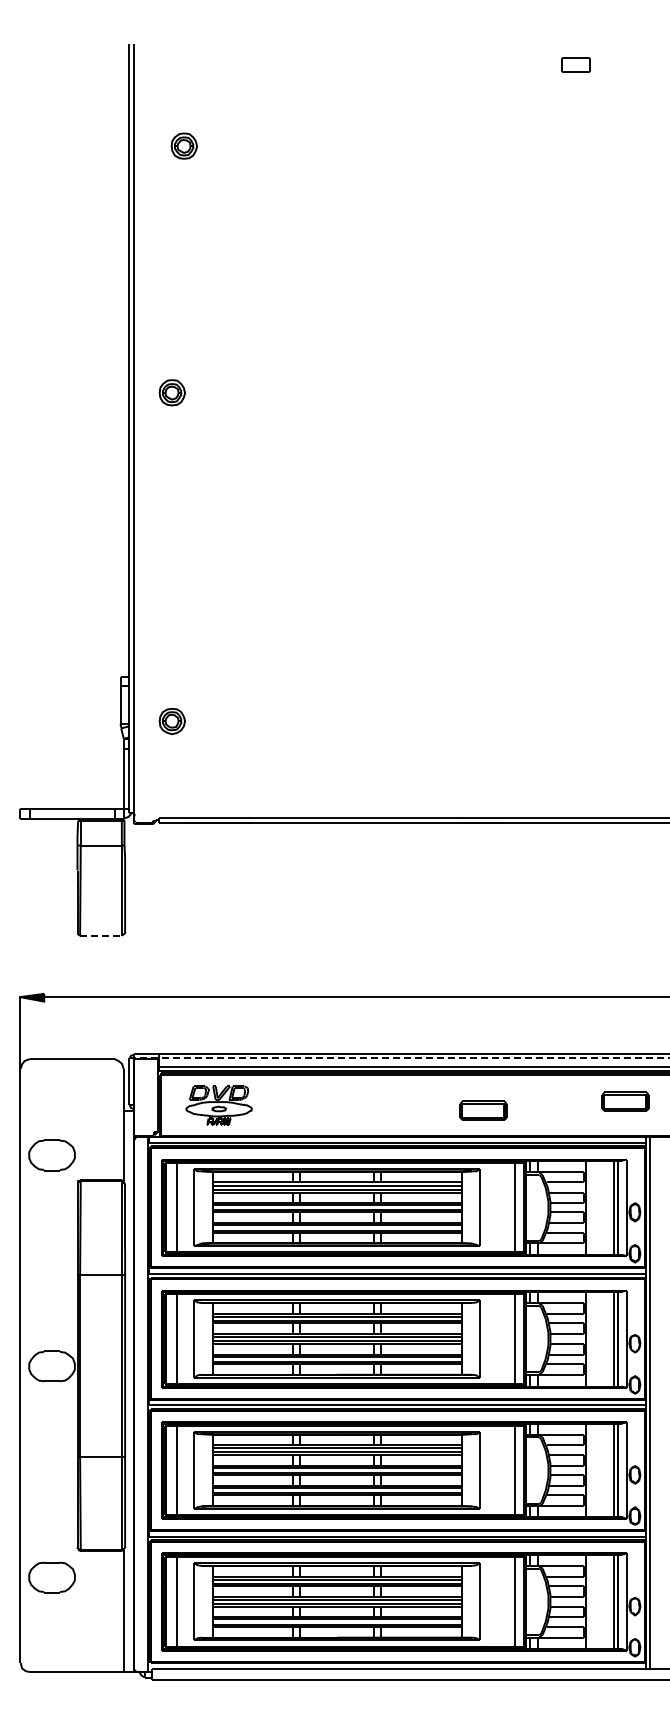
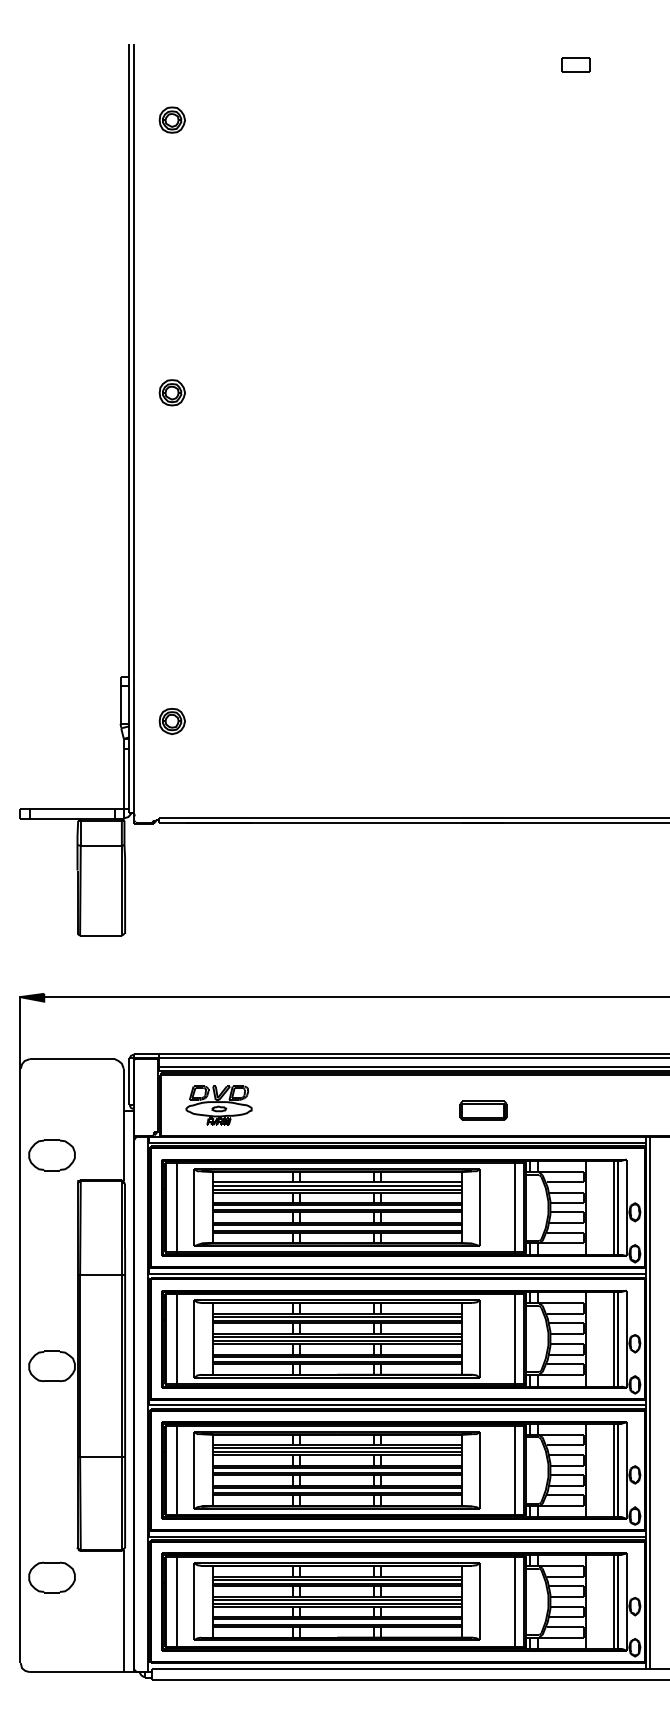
part at (183, 145) position: (183, 145) -> (171, 119)
line at (100, 935): dashed -> solid
line at (399, 1058): dashed -> solid
part at (625, 1101): present -> none
